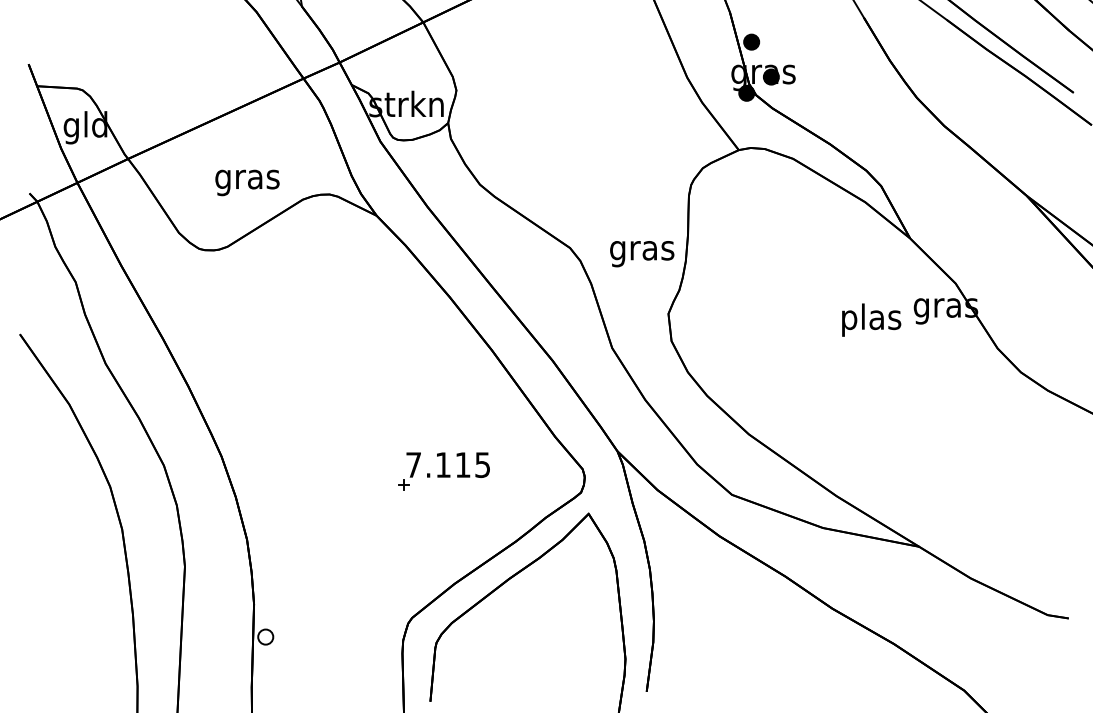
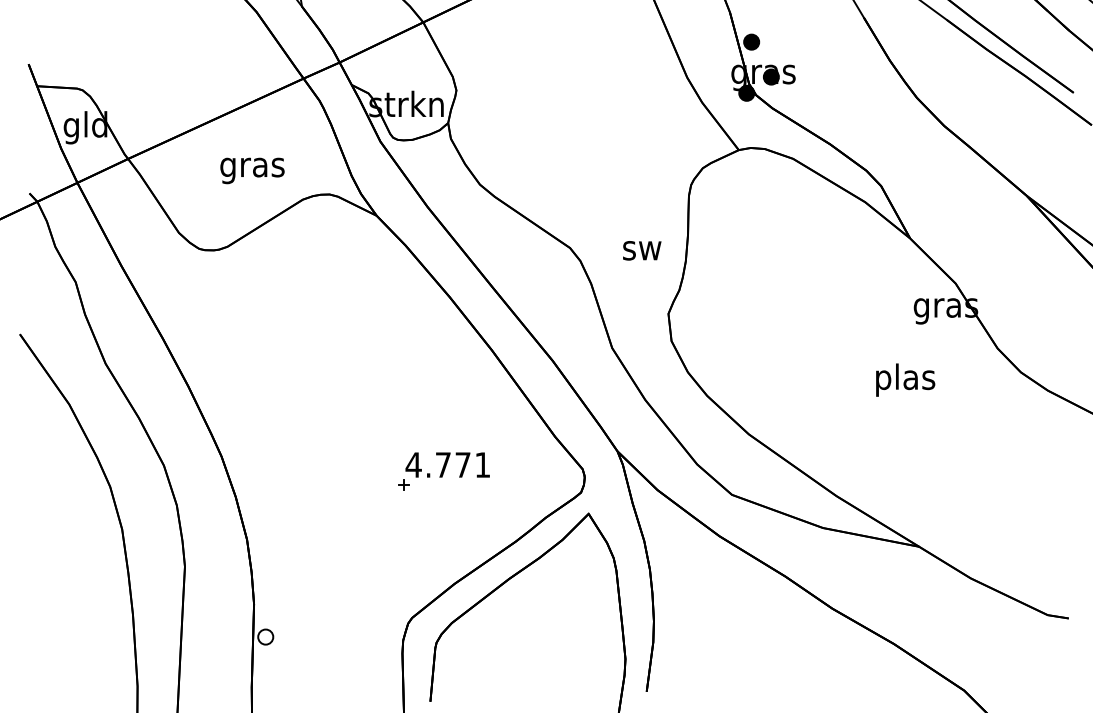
text at (247, 182) position: (247, 182) -> (252, 170)
text at (642, 254): gras -> sw
text at (871, 319) position: (871, 319) -> (905, 379)
text at (447, 465): 7.115 -> 4.771
